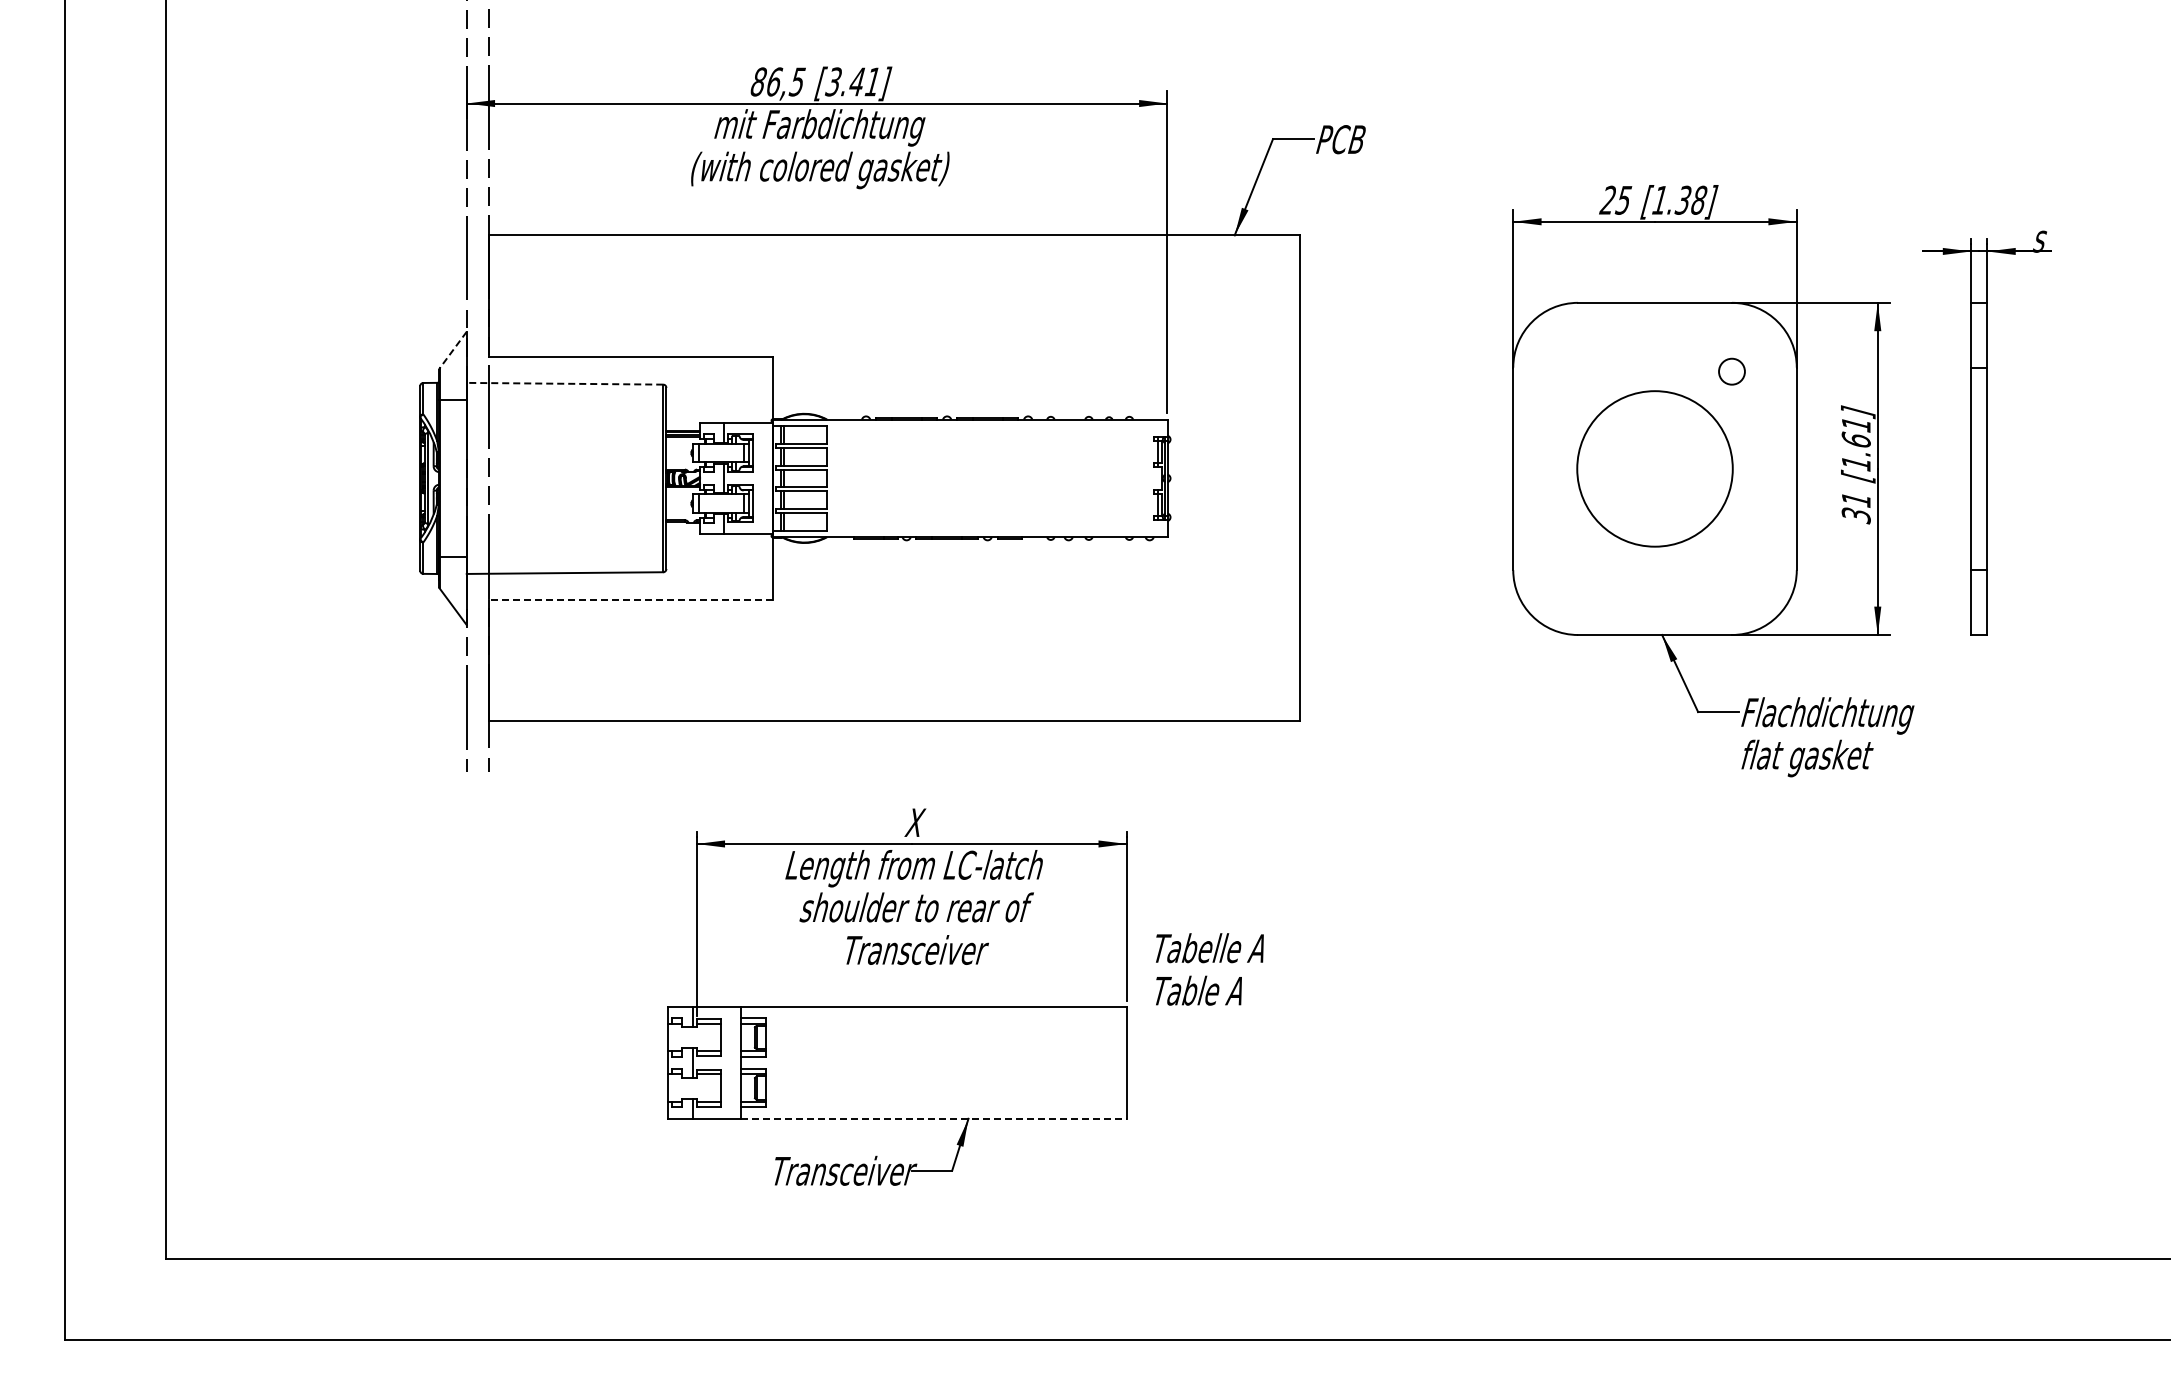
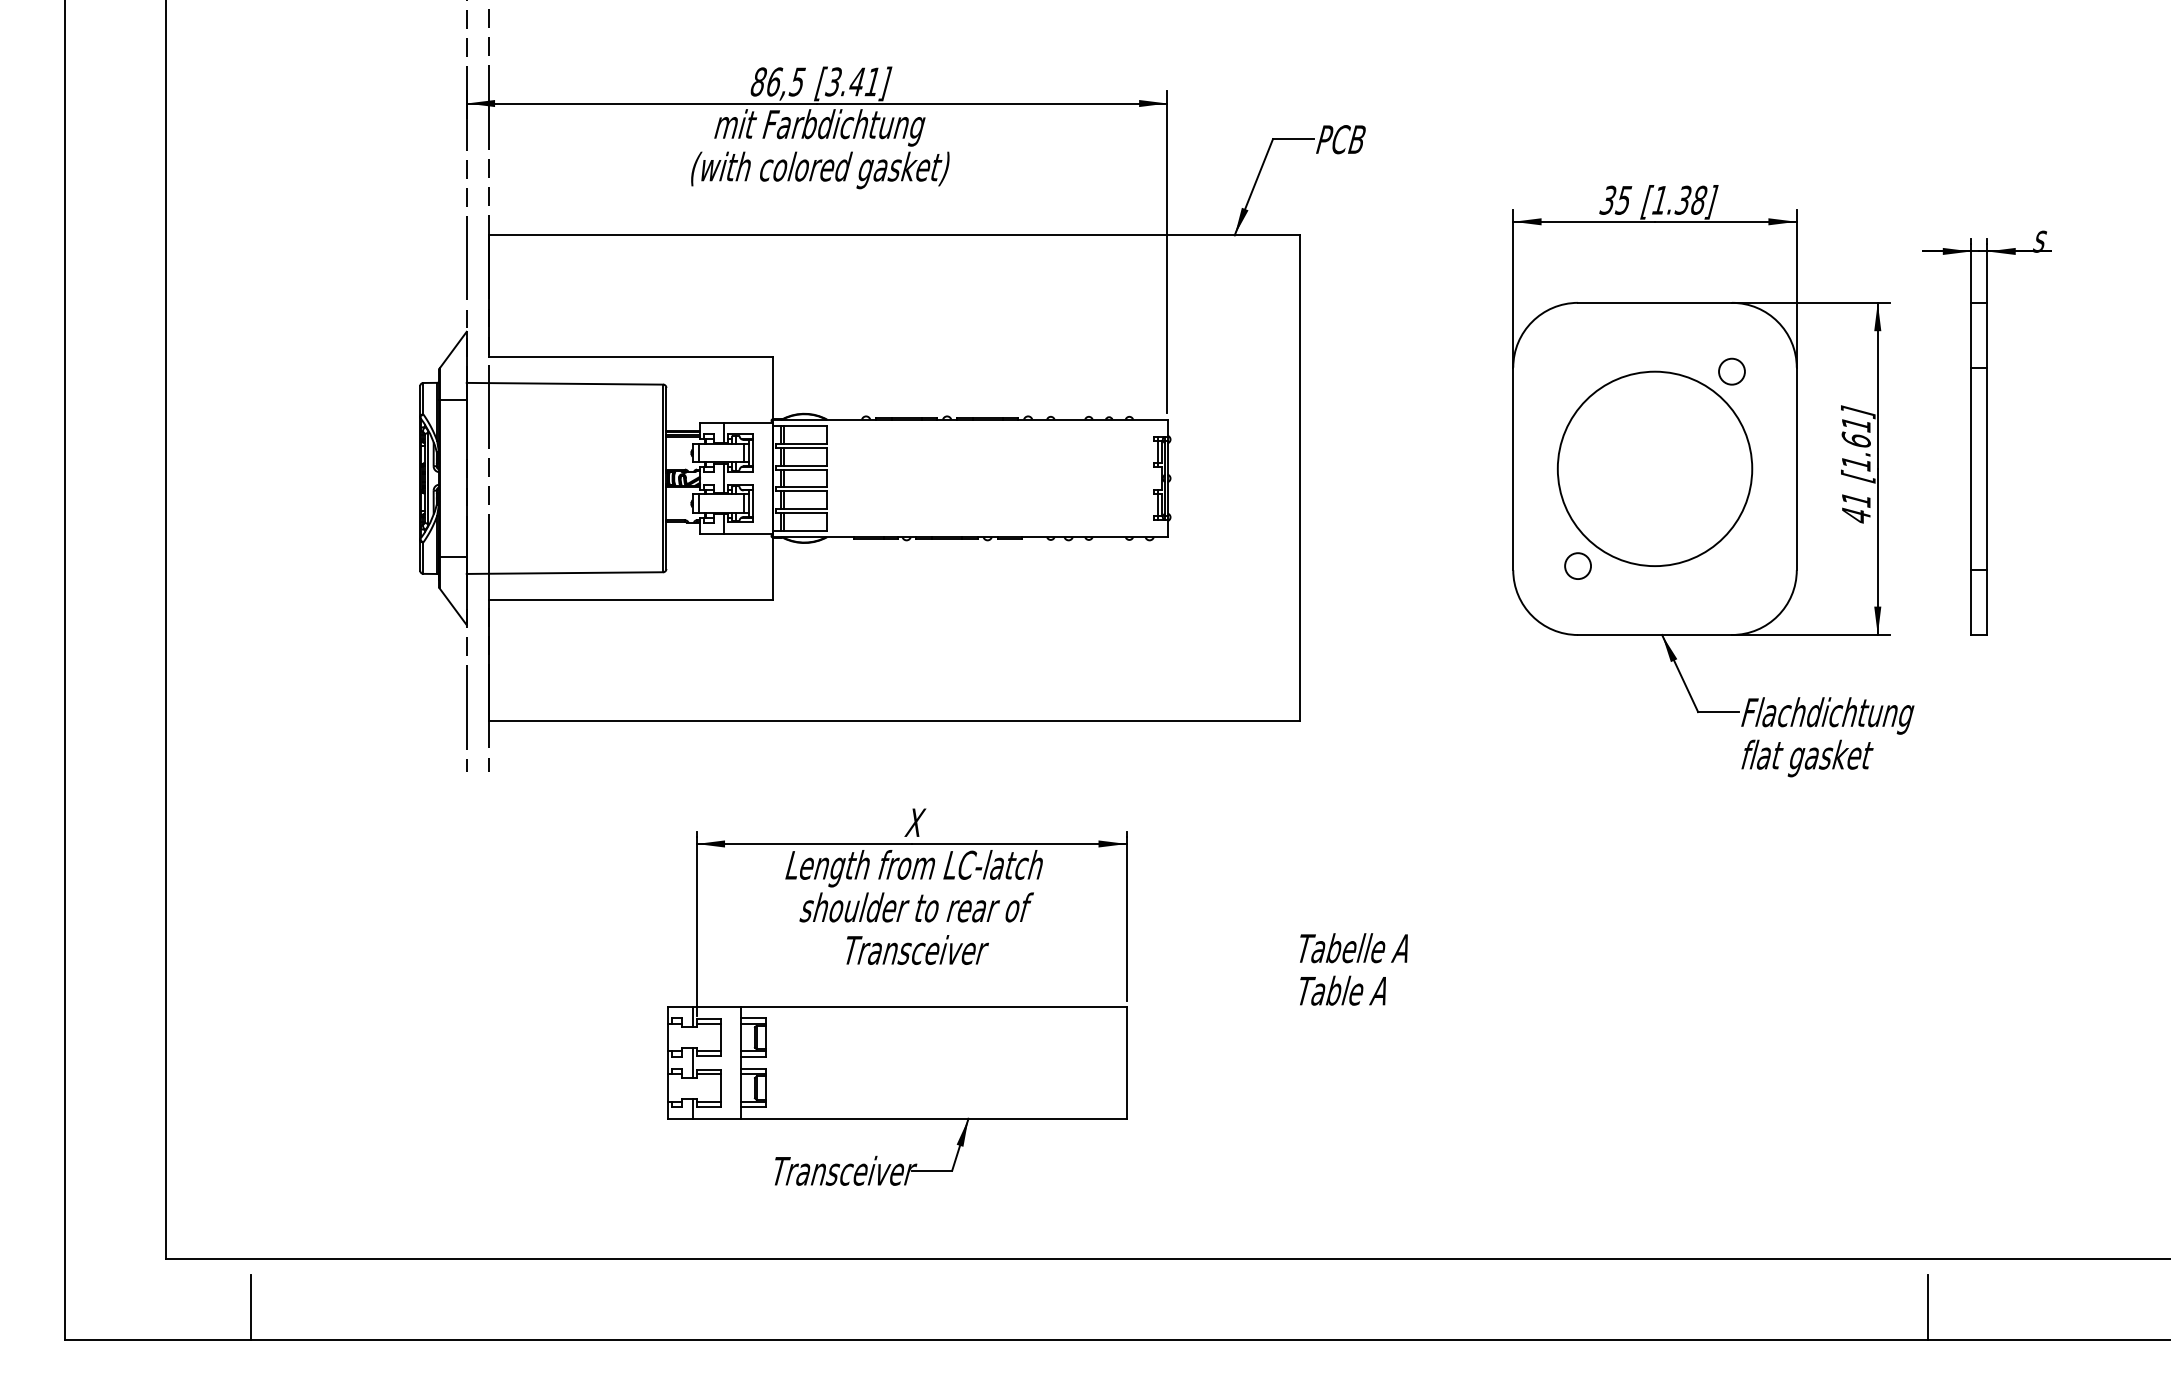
text at (1607, 200): 25 -> 35
line at (453, 350): dashed -> solid
line at (564, 383): dashed -> solid
circle at (1654, 468) diameter: 156 px -> 194 px
text at (1855, 515): 31 -> 41
circle at (1577, 565): none -> present
line at (631, 599): dashed -> solid
text at (1209, 969) position: (1209, 969) -> (1353, 969)
line at (934, 1118): dashed -> solid
line at (251, 1306): none -> present
line at (1928, 1306): none -> present
